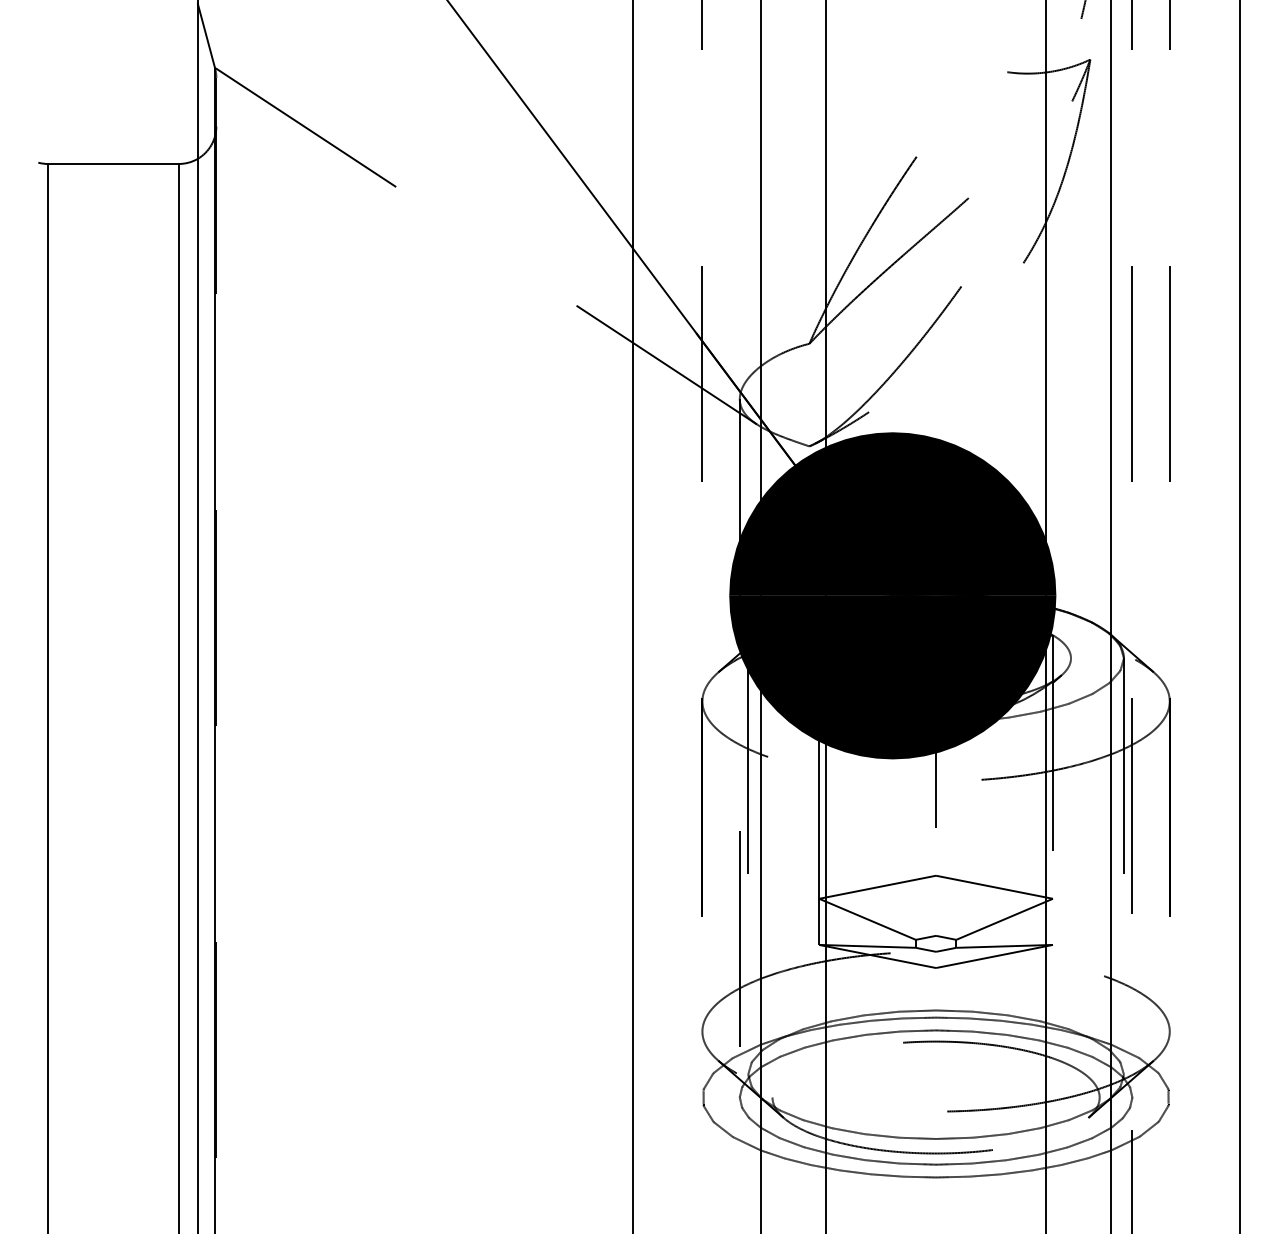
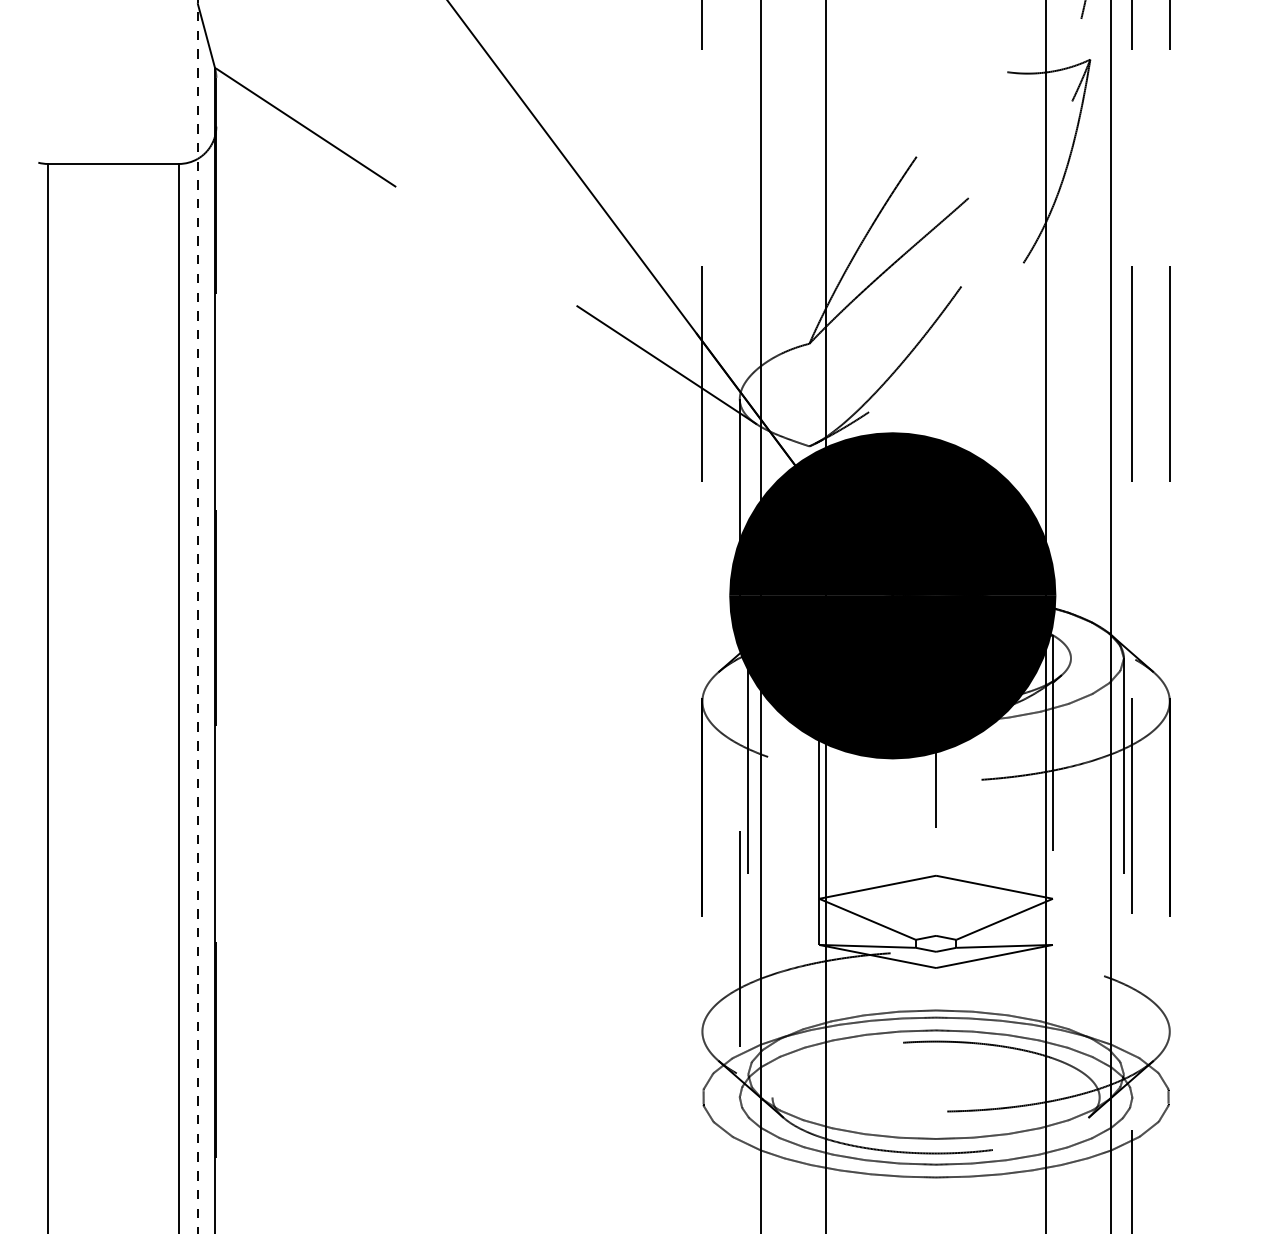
line at (197, 616): solid -> dashed
line at (632, 616): present -> none
line at (1239, 616): present -> none
